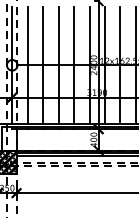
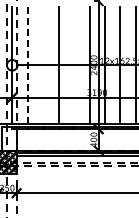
line at (27, 64): solid -> dashed
line at (43, 64): present -> none
line at (74, 64): present -> none
